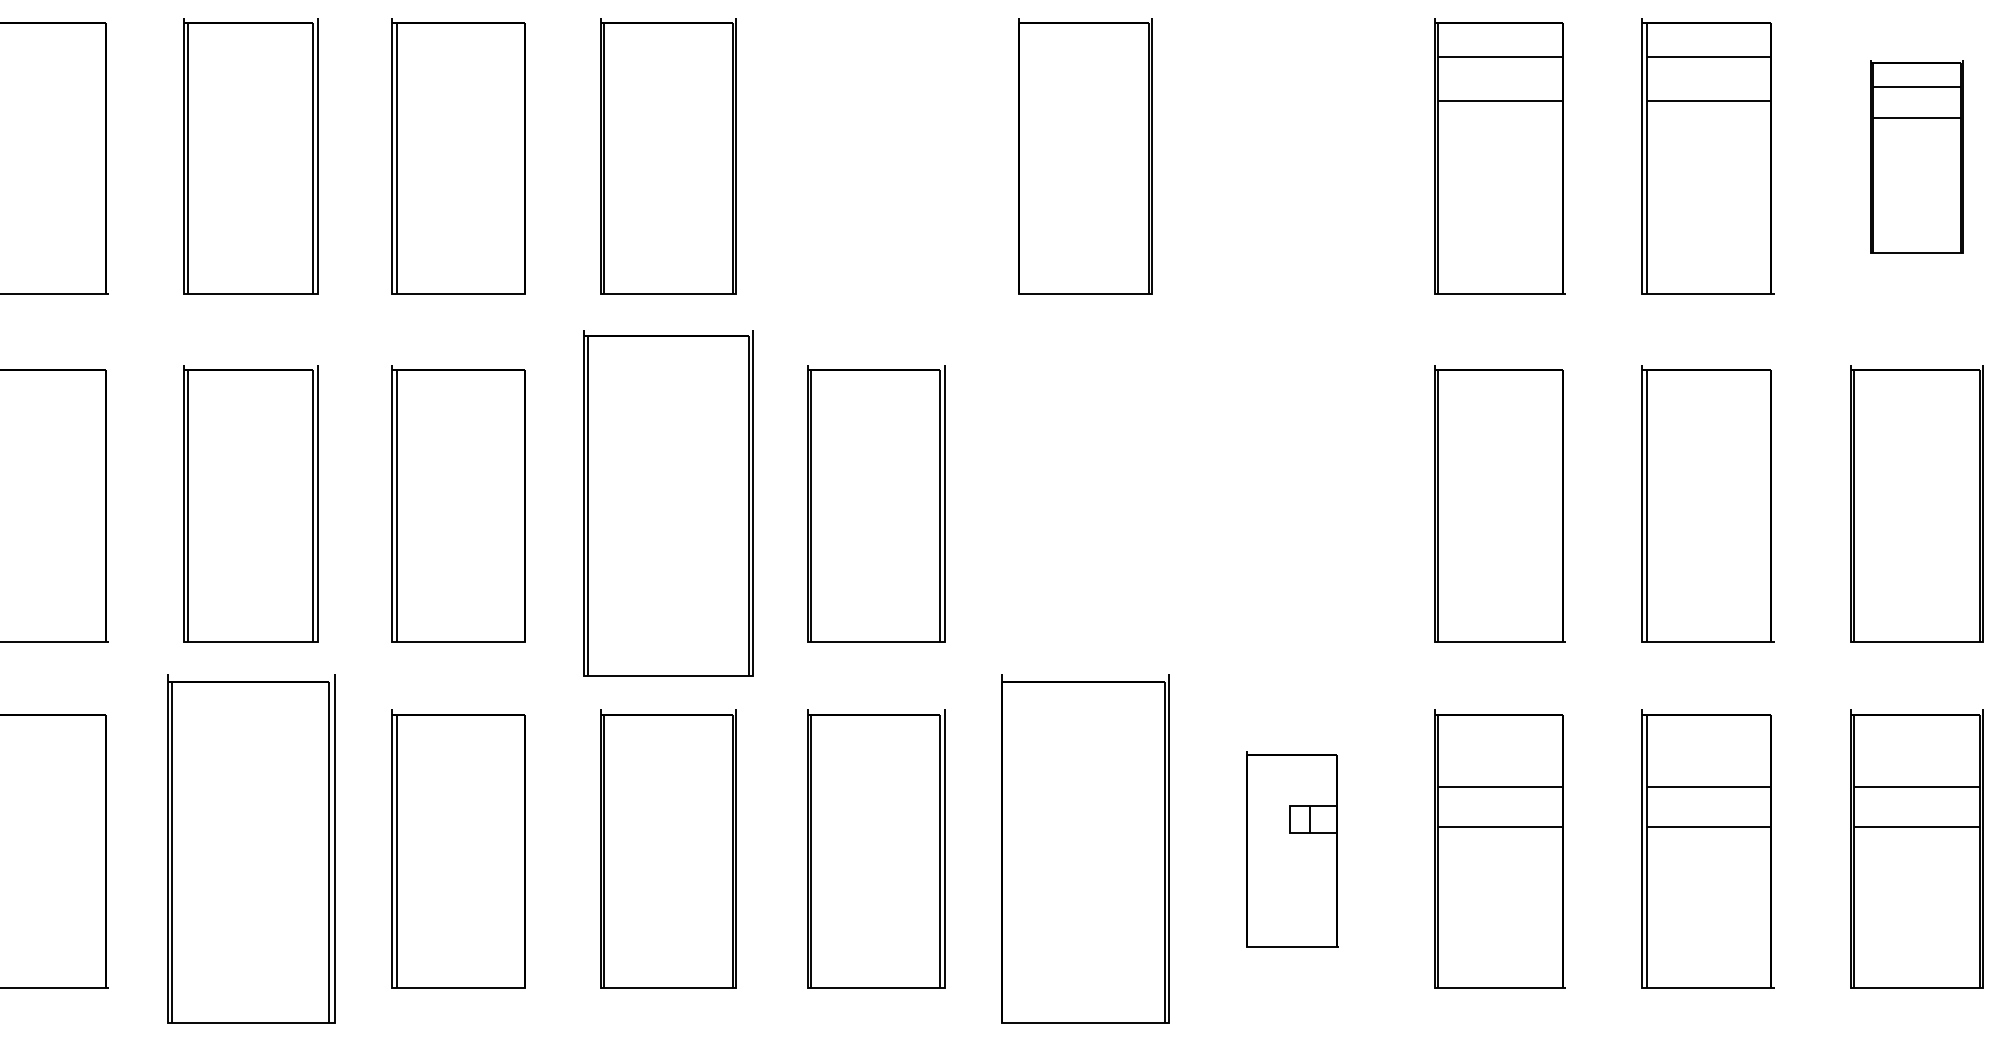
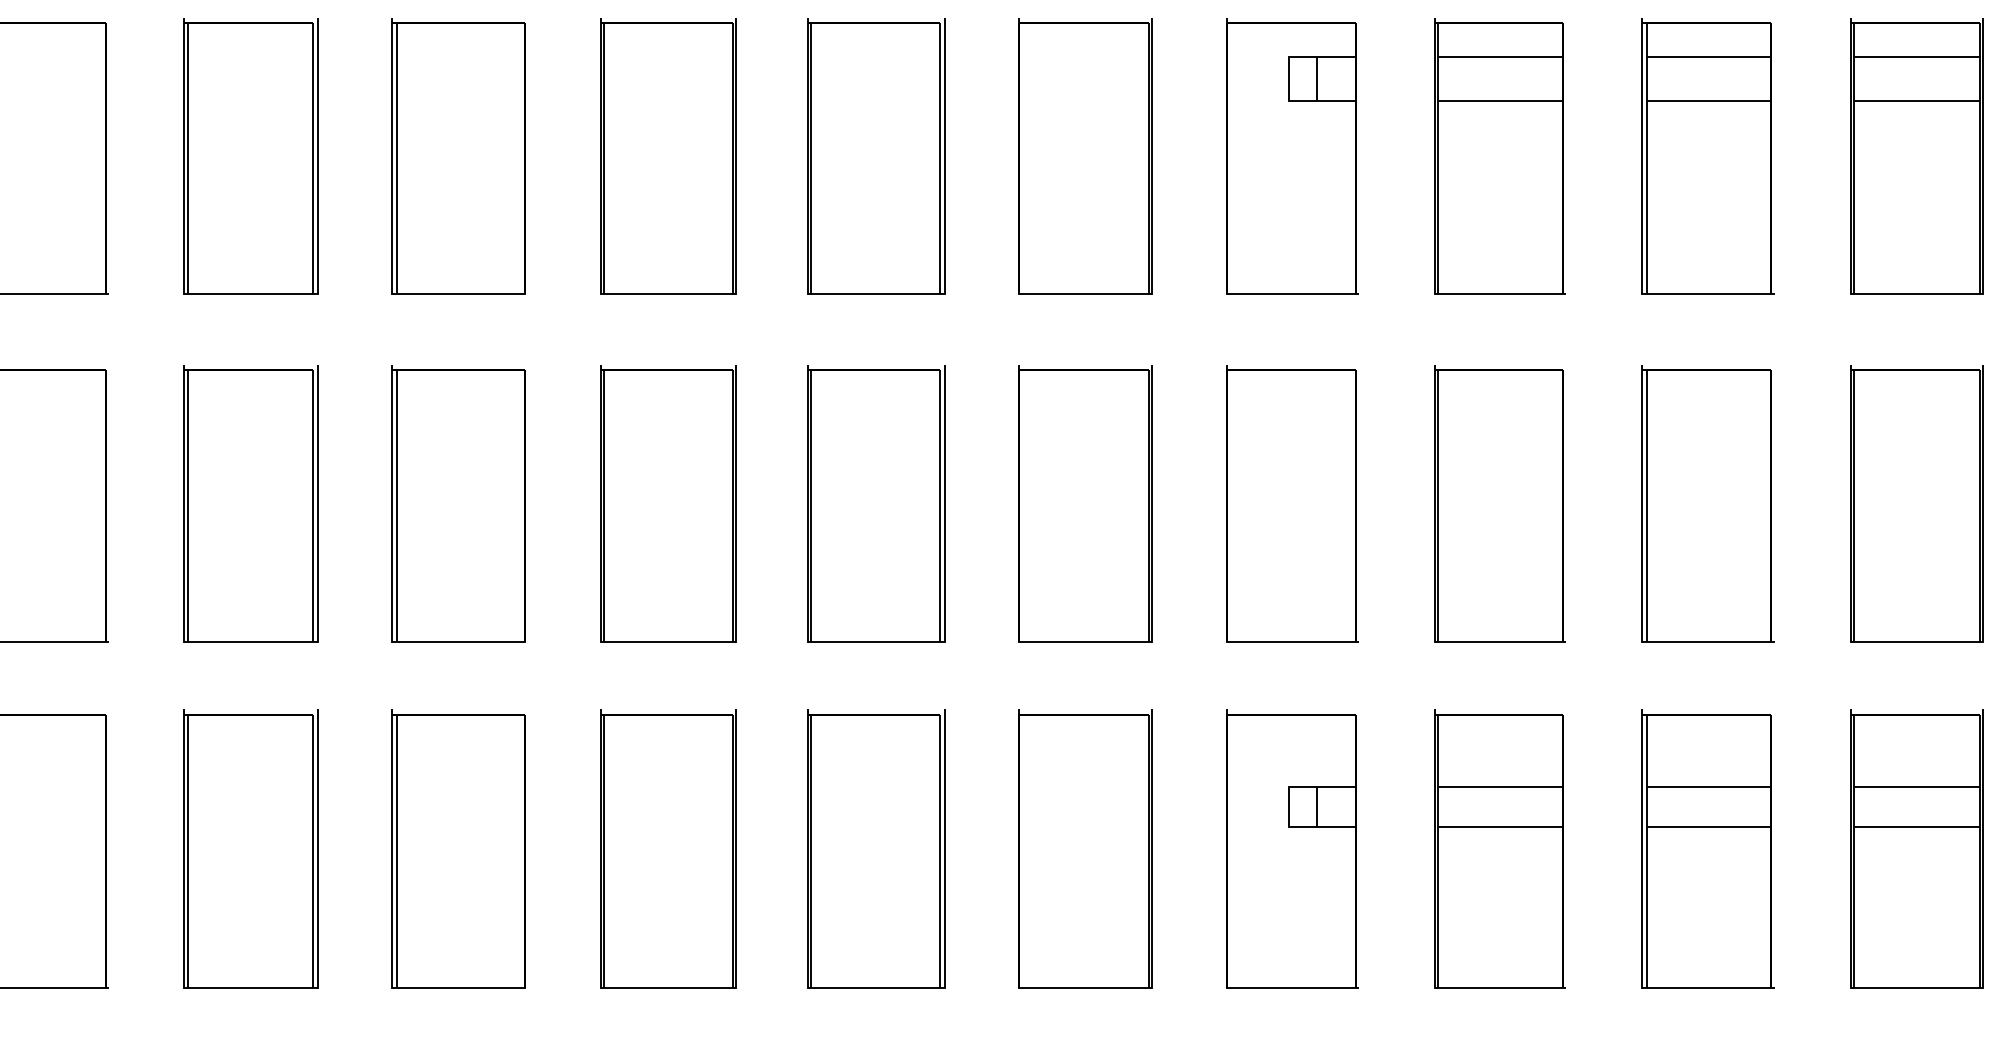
part at (876, 156): none -> present
part at (1292, 156): none -> present
part at (1916, 156) size: 94x194 px -> 134x277 px
part at (668, 503) size: 171x347 px -> 137x278 px
part at (1085, 503): none -> present
part at (1292, 503): none -> present
part at (251, 848) size: 169x350 px -> 136x280 px
part at (1085, 848) size: 169x350 px -> 135x280 px
part at (1292, 849) size: 93x197 px -> 133x280 px
